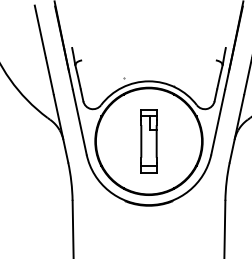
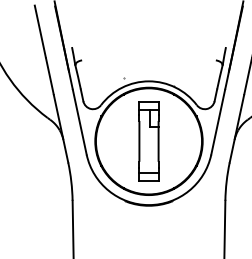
part at (148, 141) size: 18x65 px -> 22x81 px
